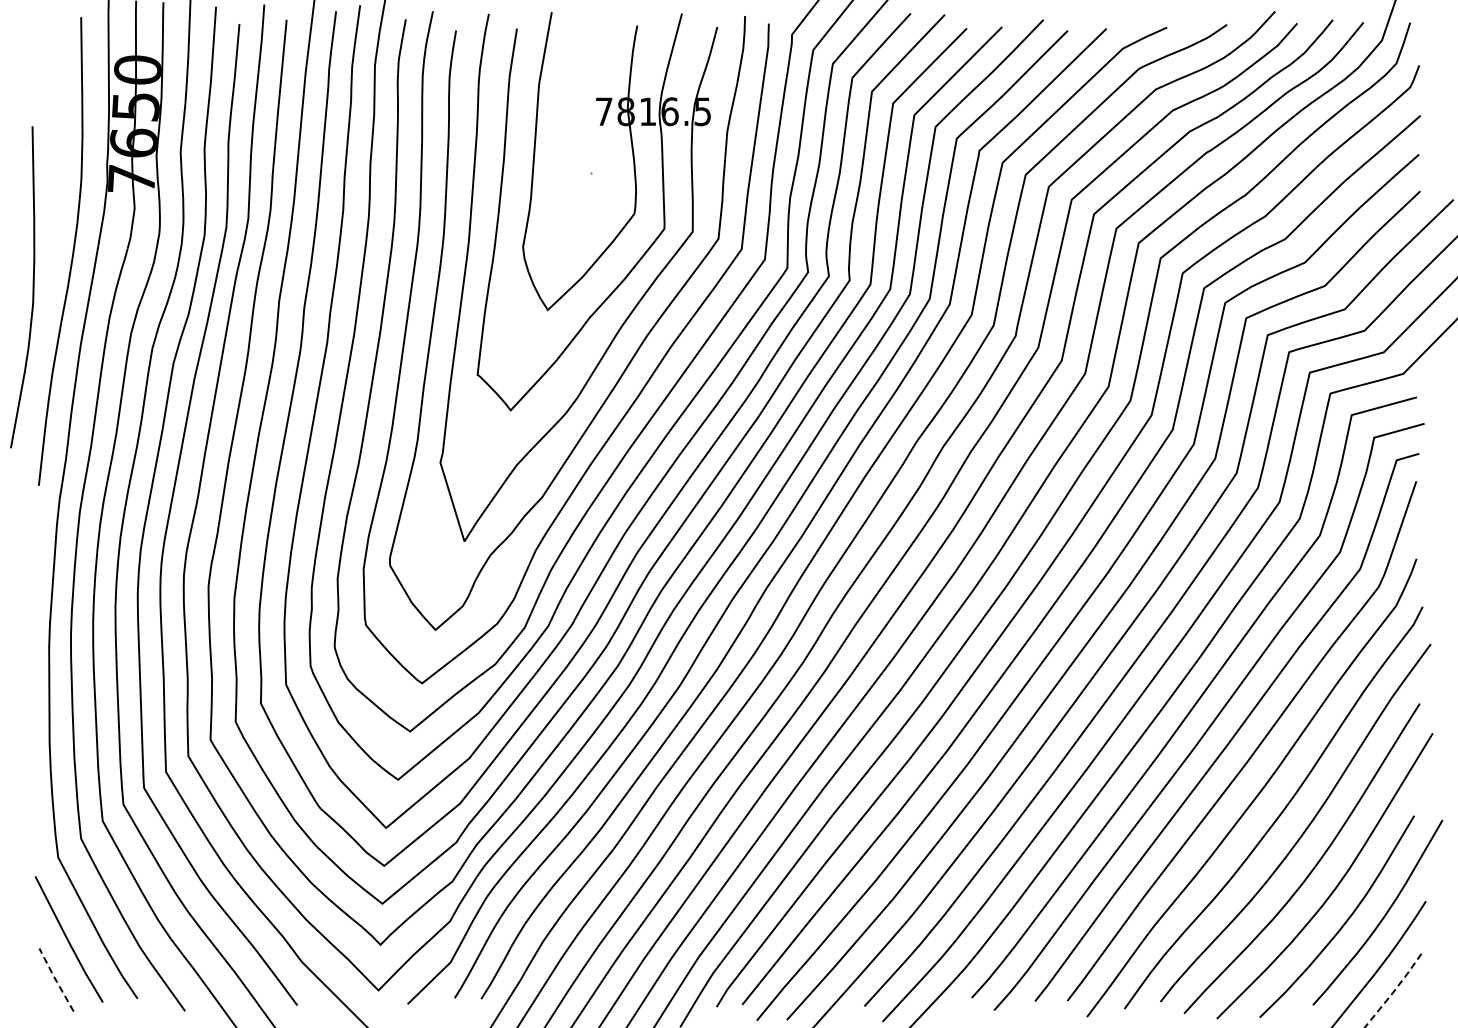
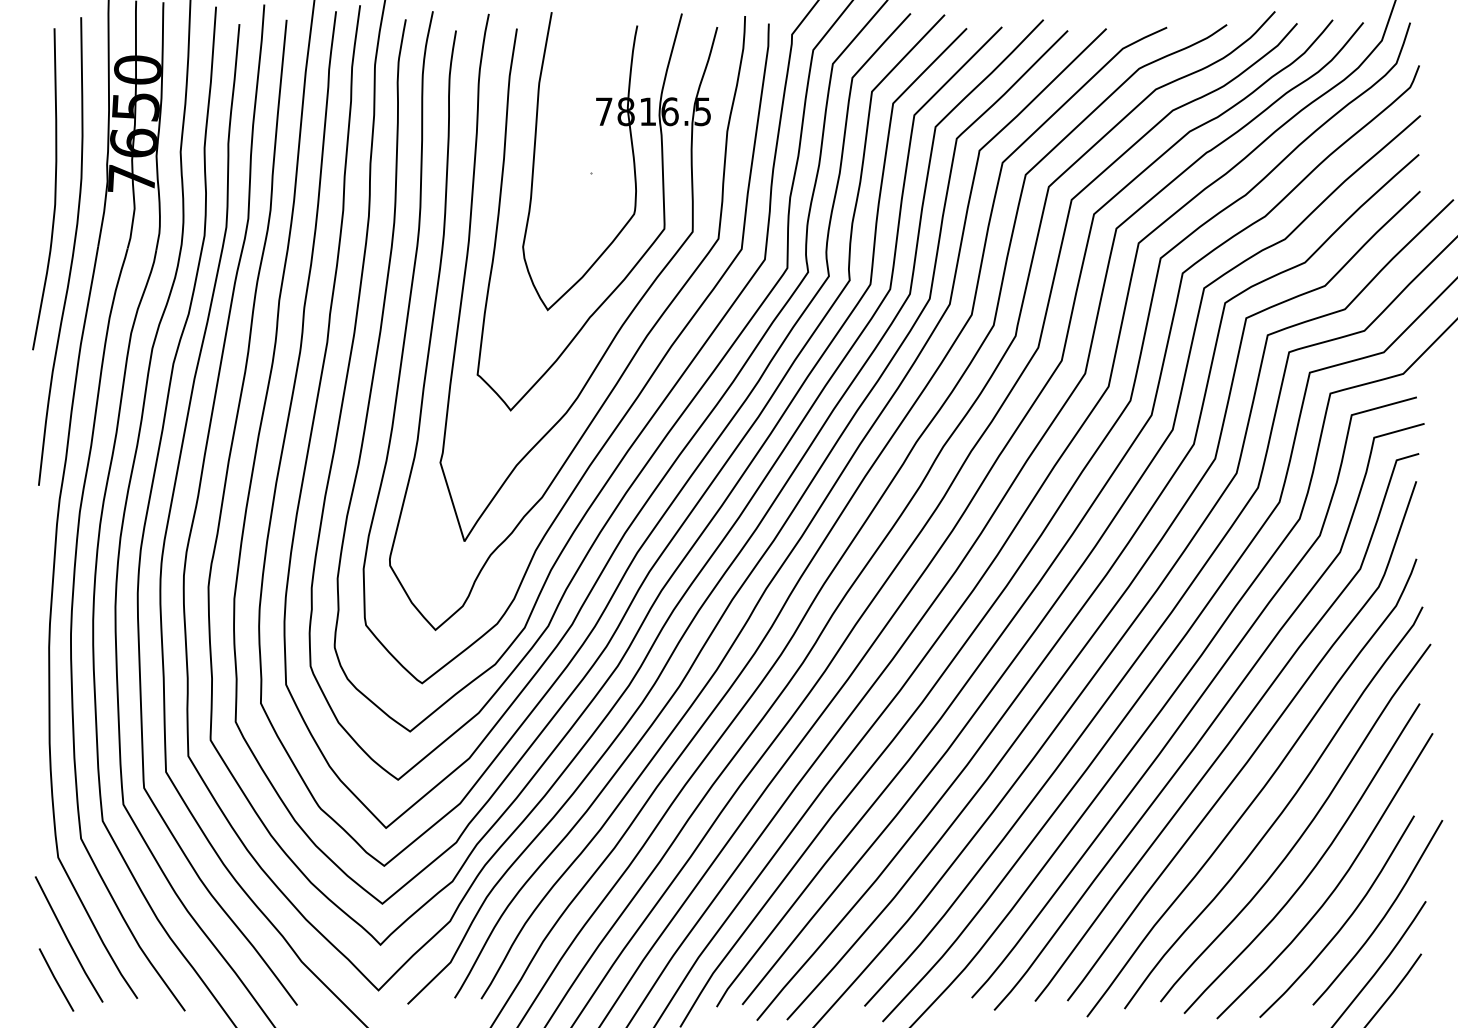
curve at (32, 287) position: (32, 287) -> (54, 189)
line at (55, 980): dashed -> solid
line at (1393, 991): dashed -> solid
